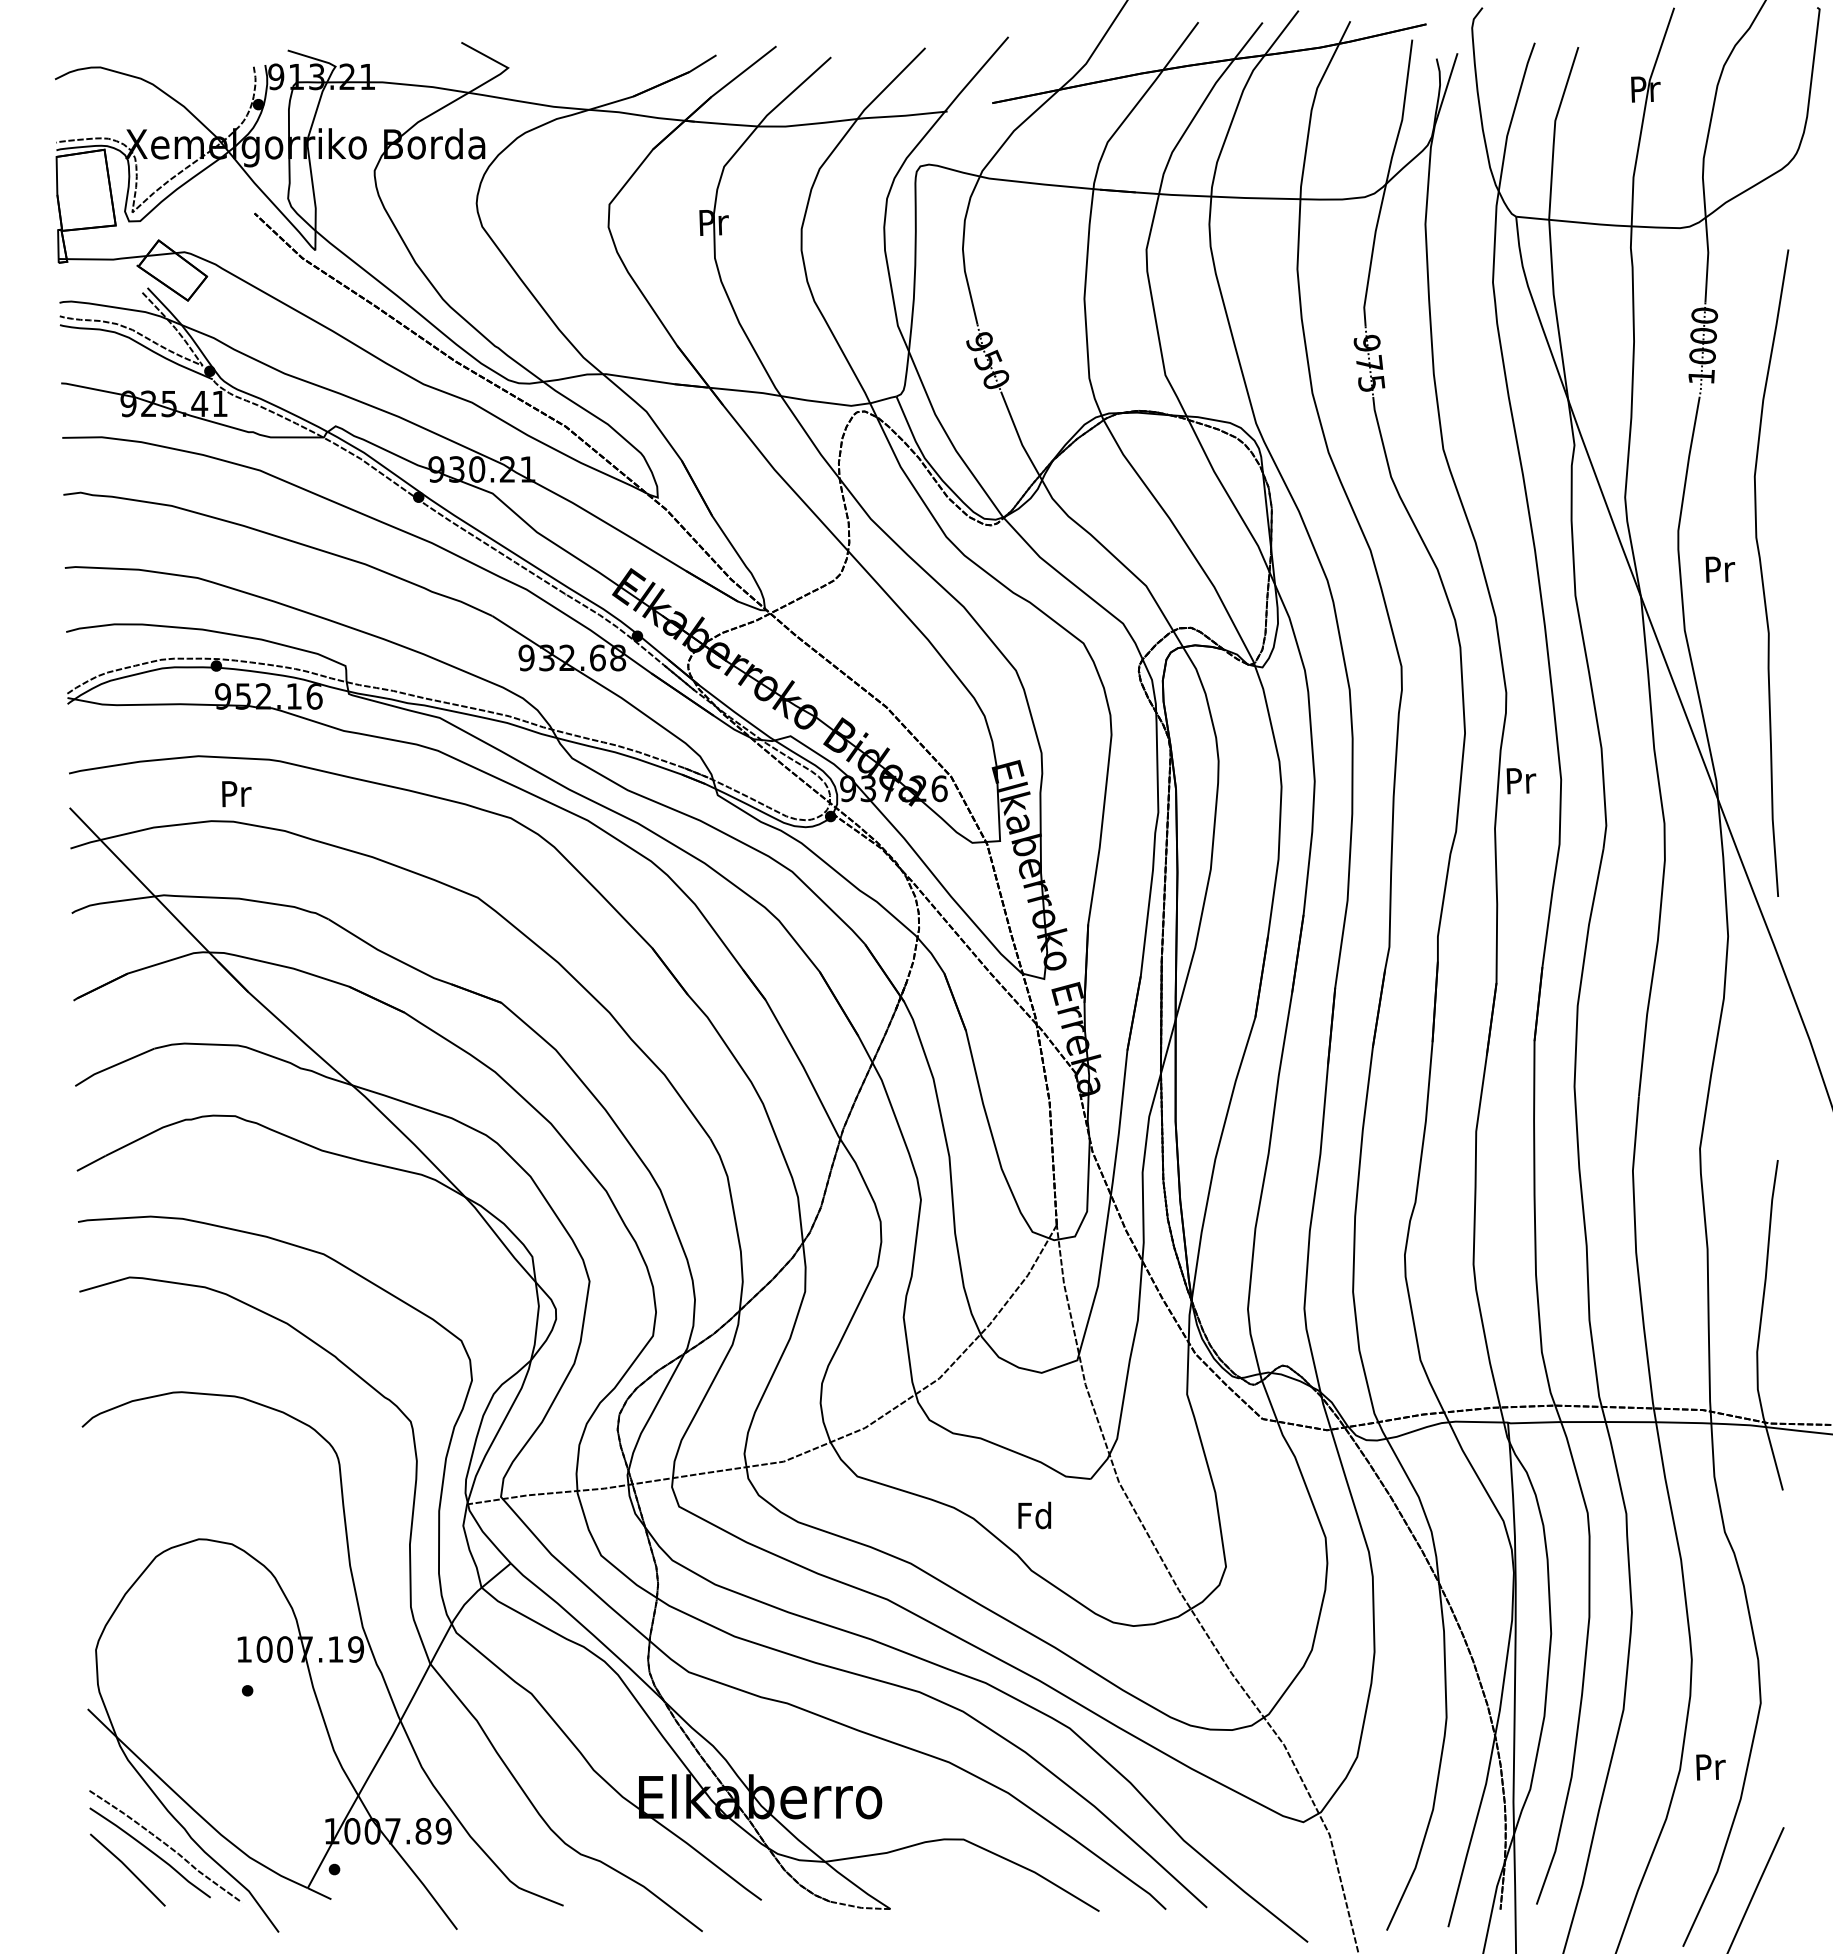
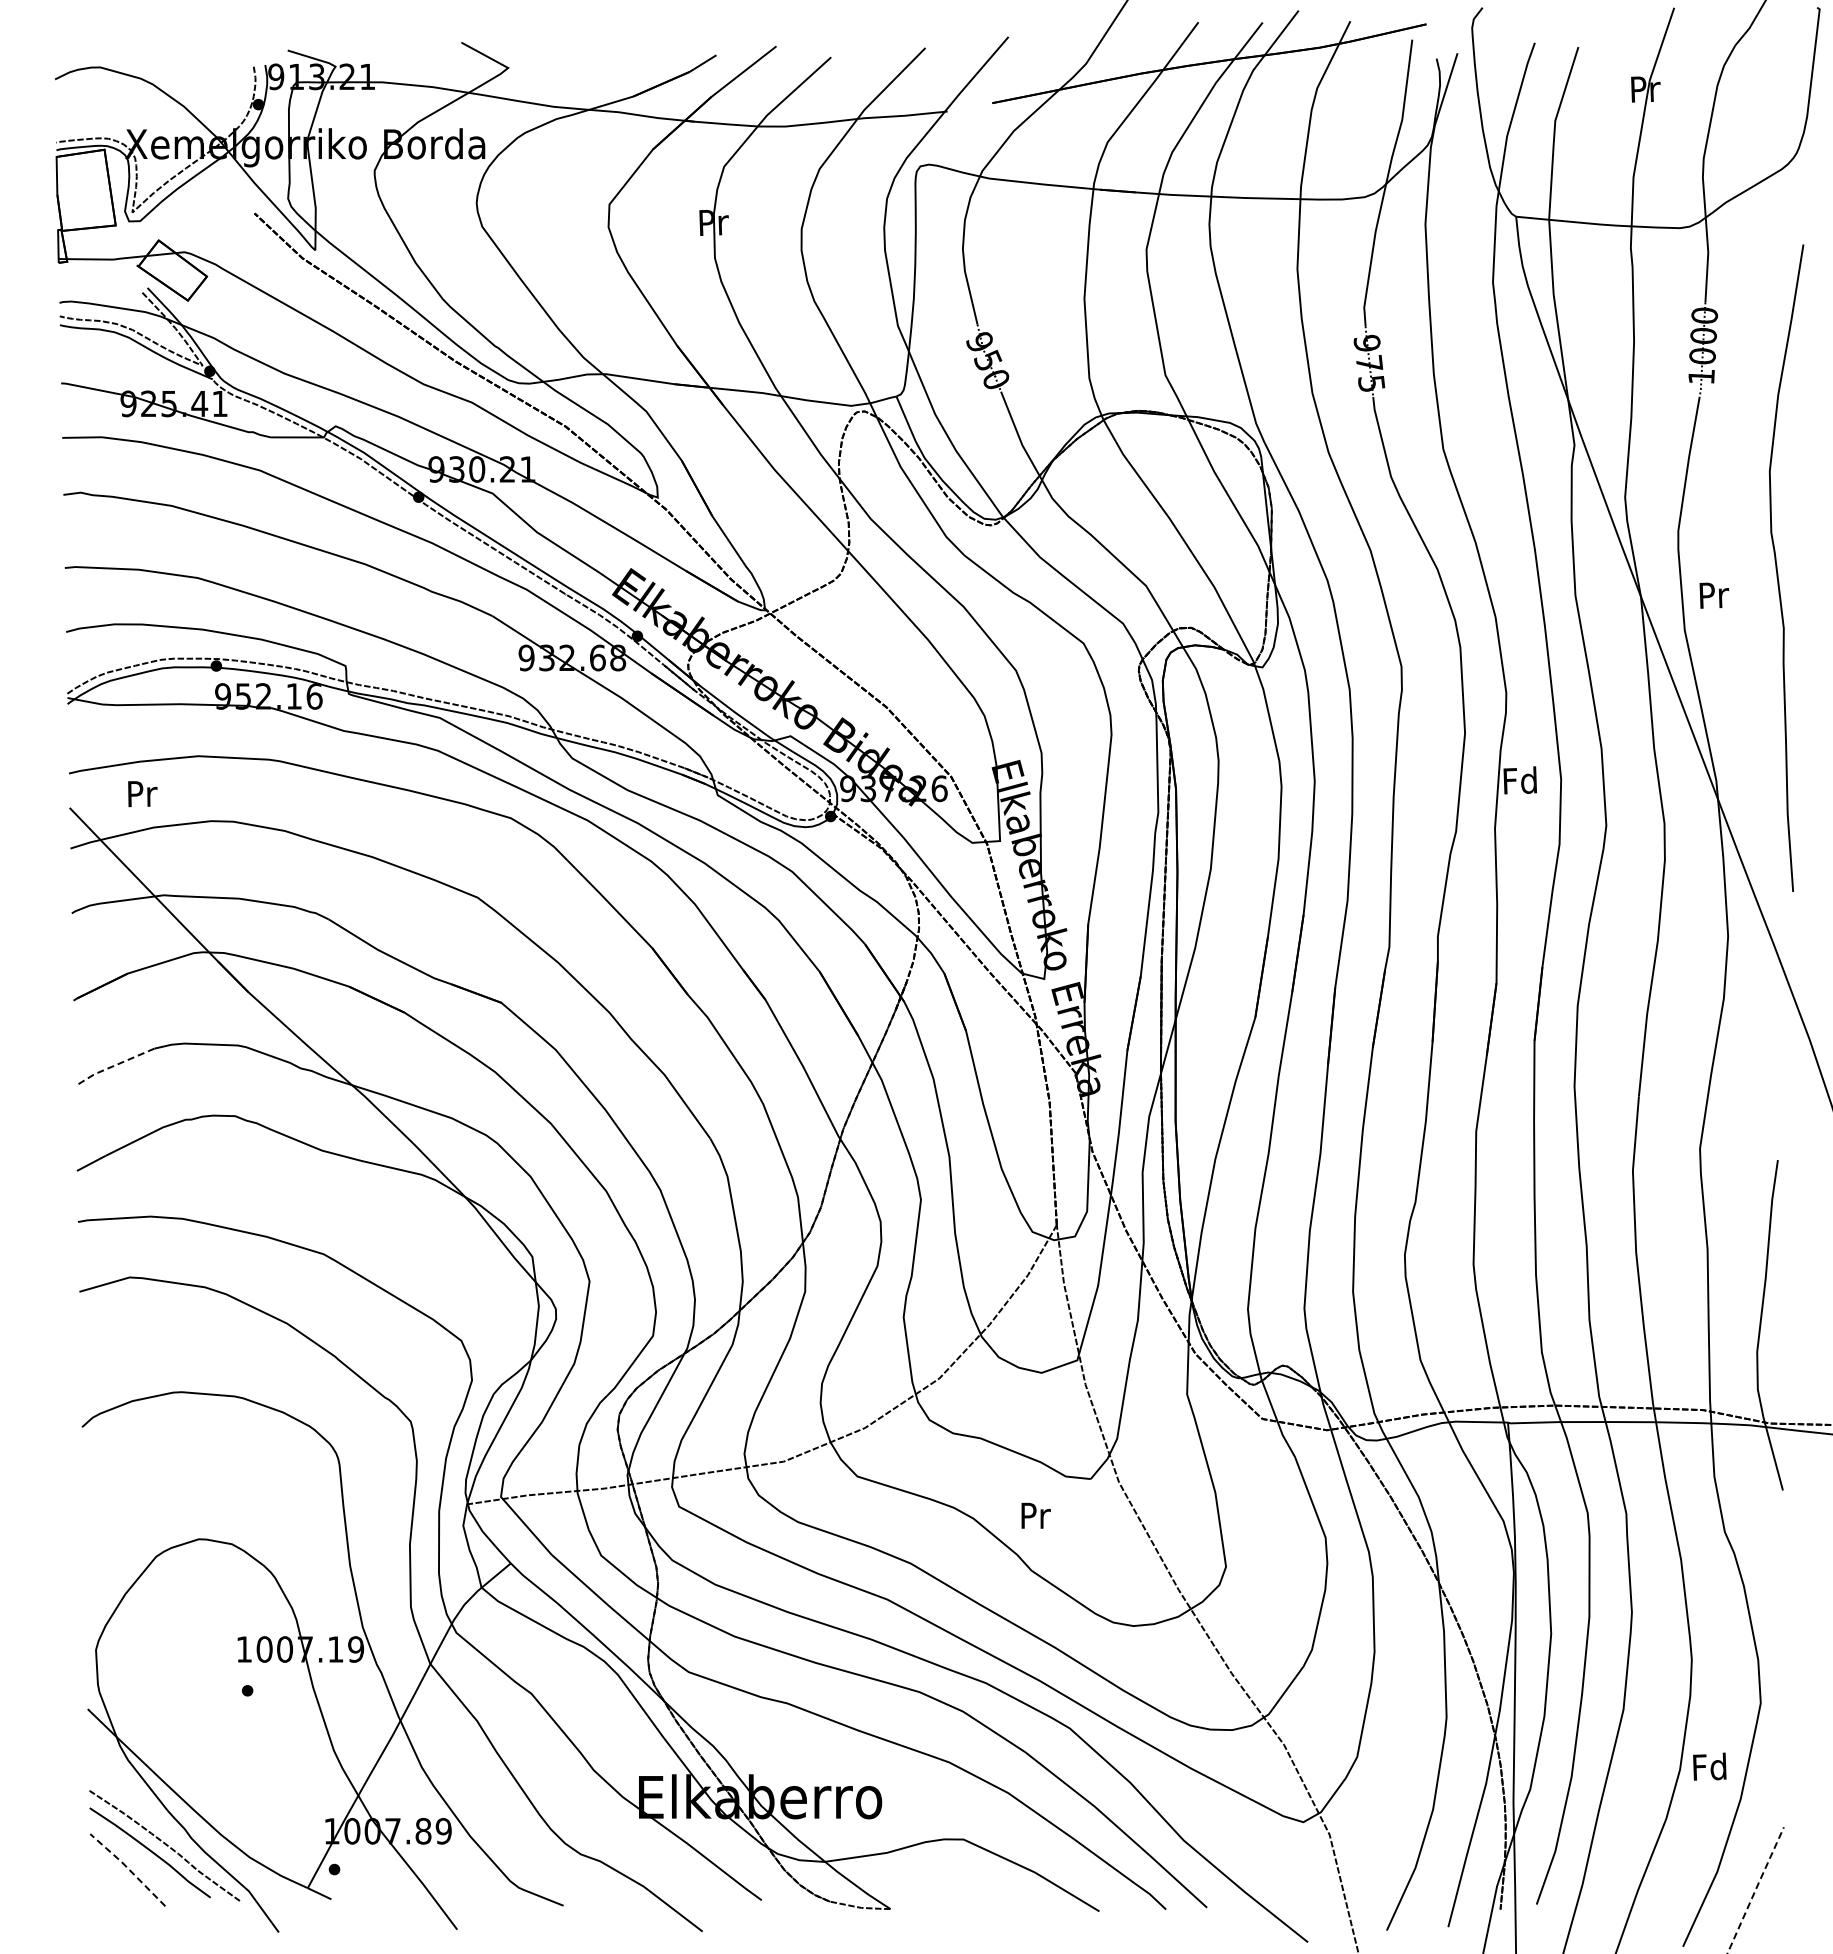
text at (1720, 569) position: (1720, 569) -> (1714, 595)
curve at (1762, 572) position: (1762, 572) -> (1777, 567)
text at (1519, 780): Pr -> Fd
text at (236, 794) position: (236, 794) -> (142, 794)
line at (113, 1066): solid -> dashed
text at (1034, 1515): Fd -> Pr
text at (1709, 1766): Pr -> Fd
line at (127, 1868): solid -> dashed
line at (1755, 1889): solid -> dashed
